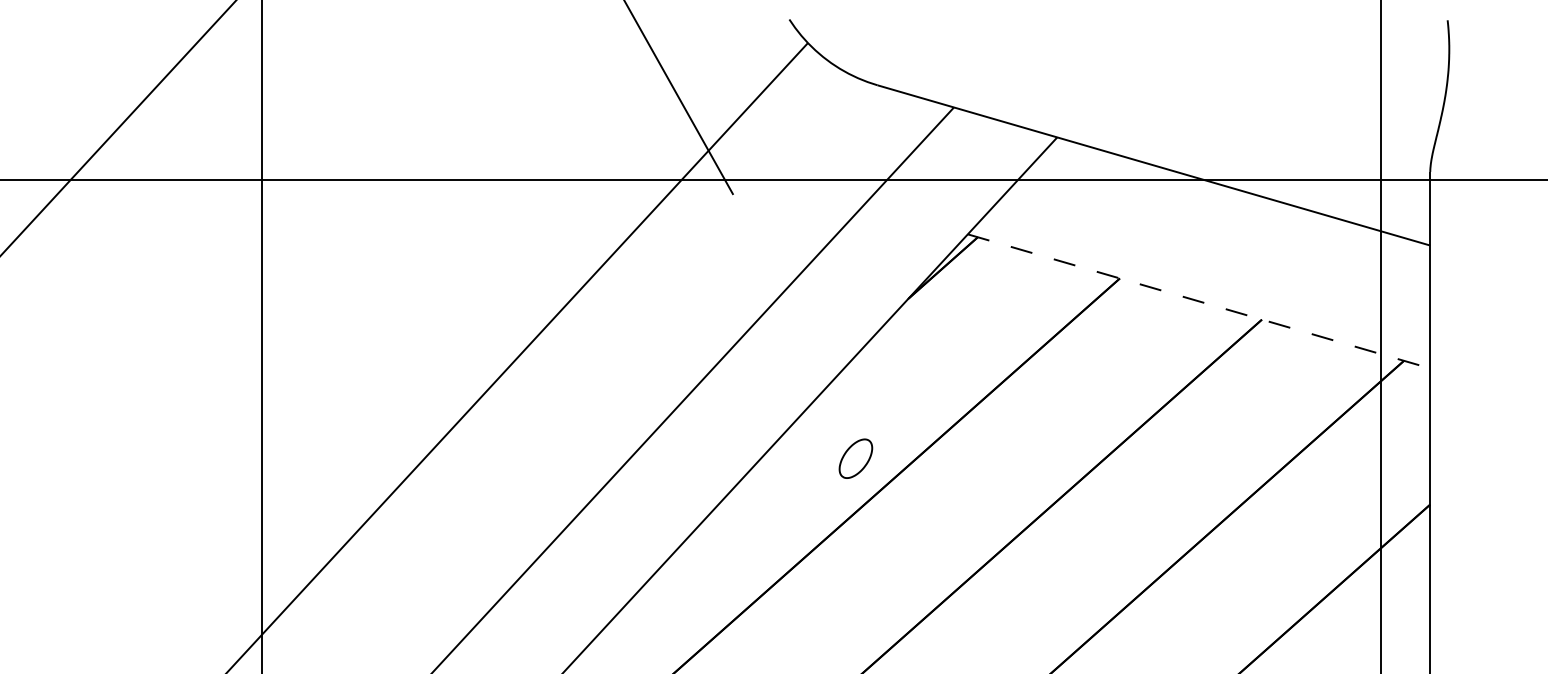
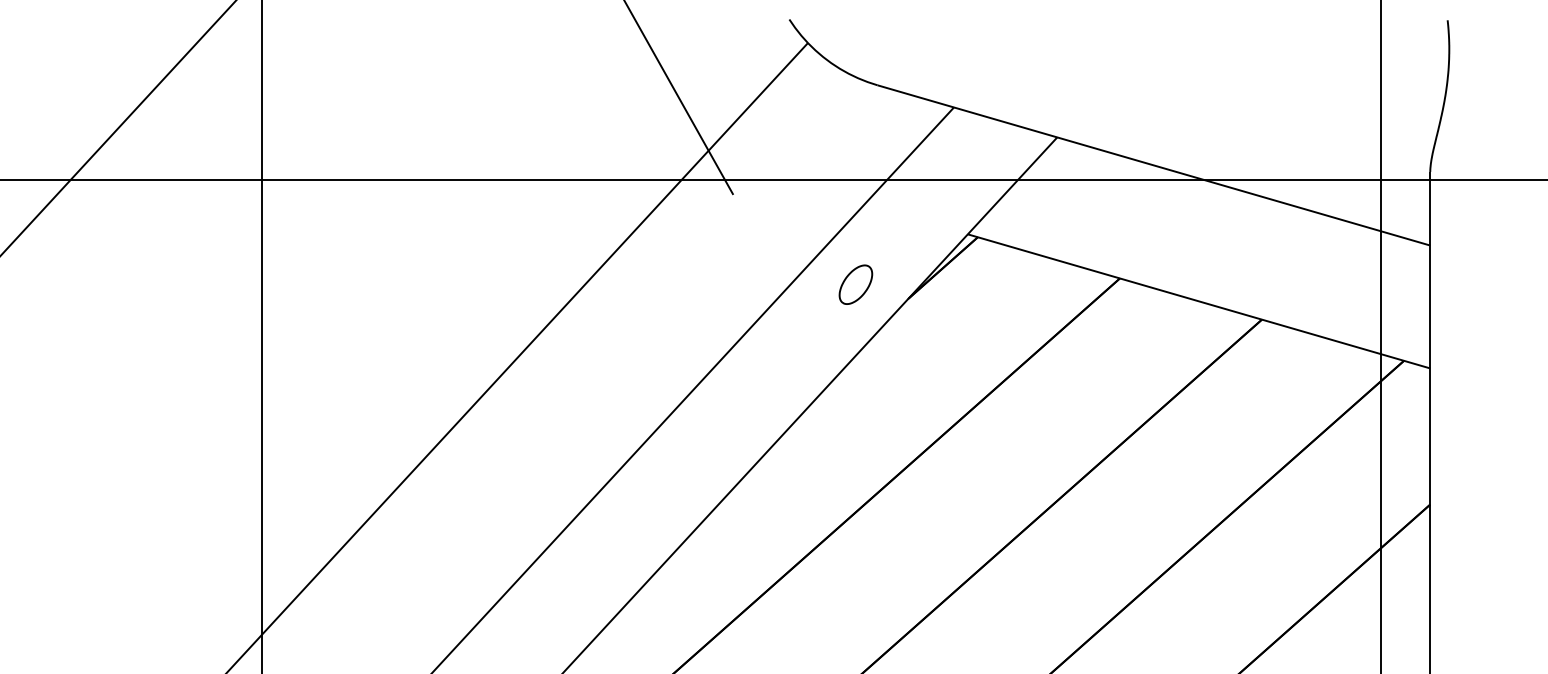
line at (1199, 301): dashed -> solid
part at (855, 458) position: (855, 458) -> (855, 284)
